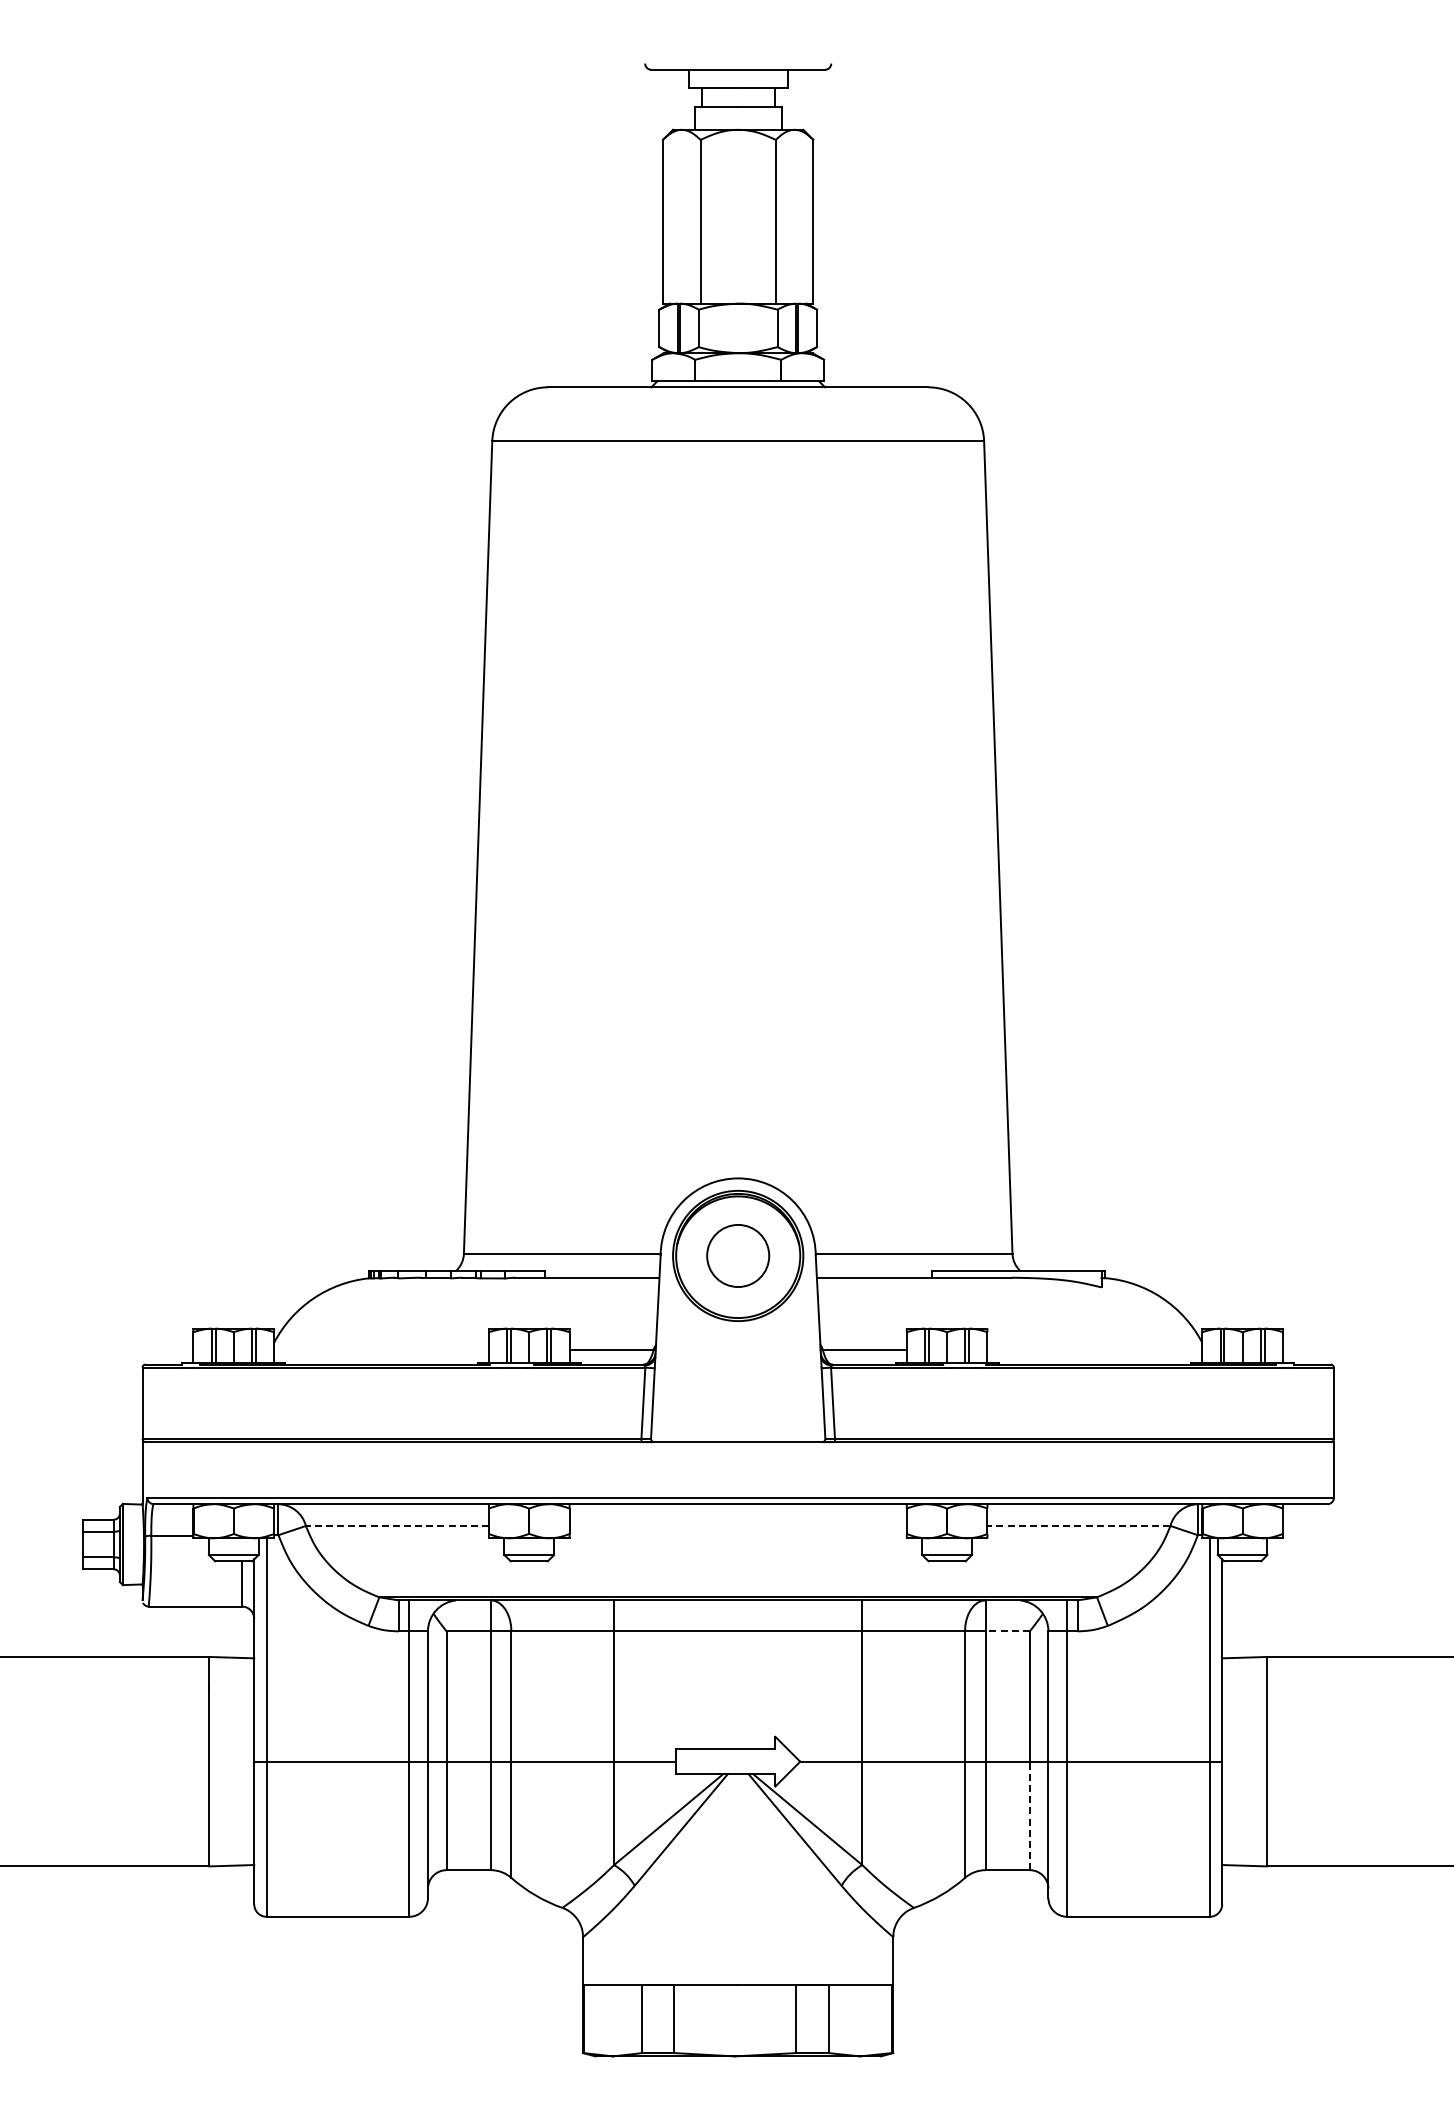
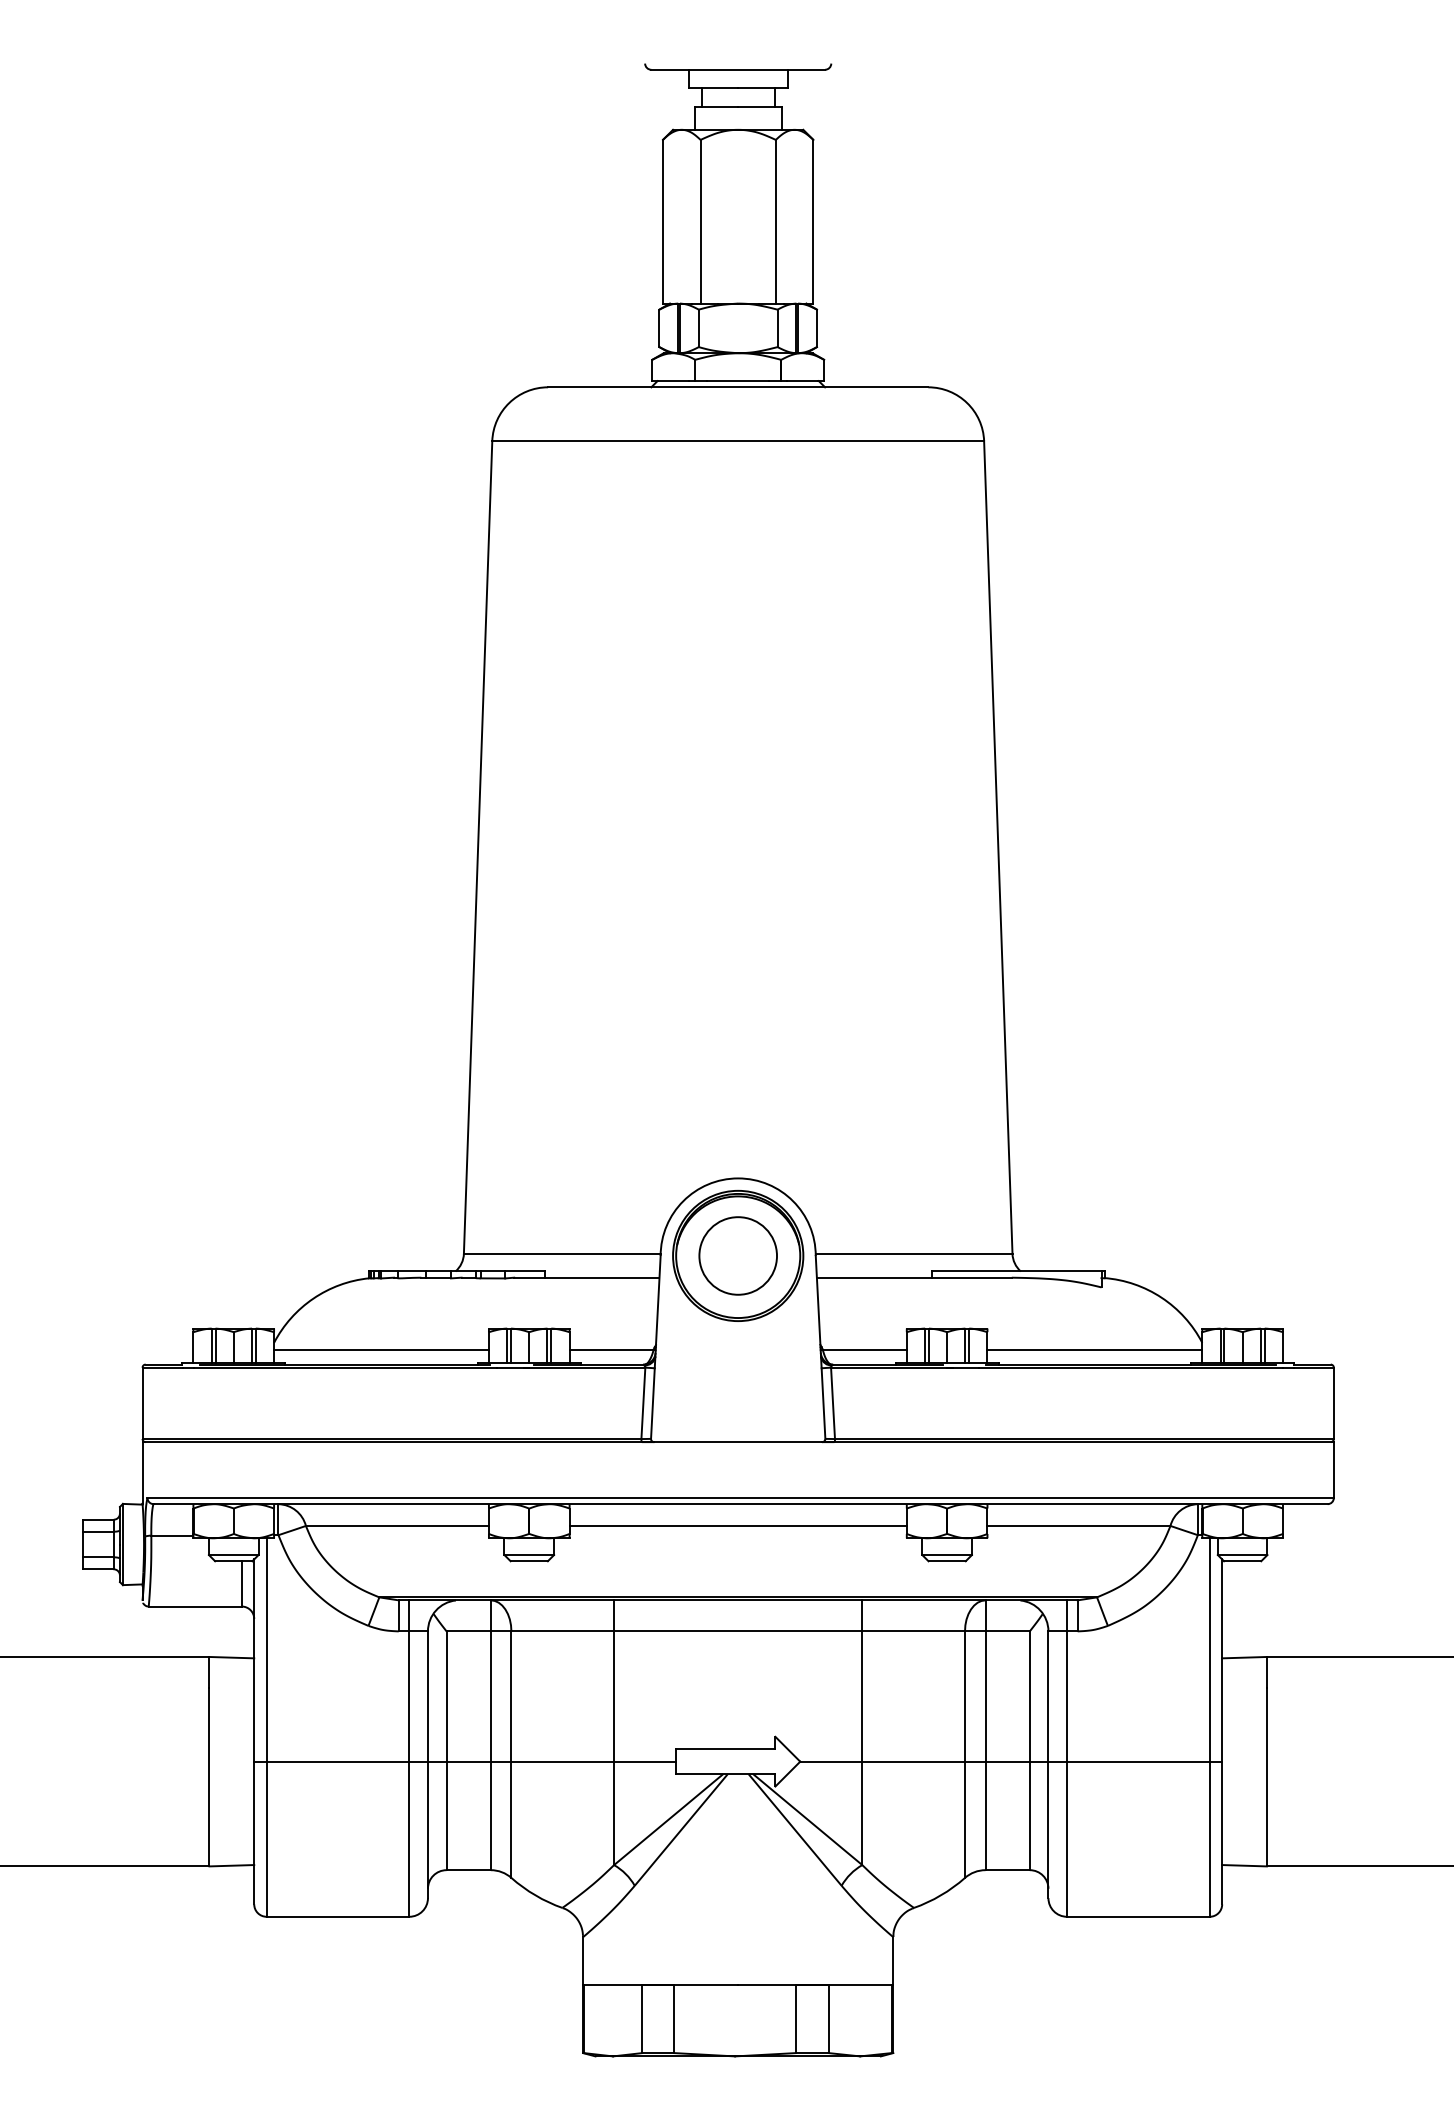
circle at (738, 1255) diameter: 62 px -> 78 px
line at (381, 1349): none -> present
line at (1094, 1349): none -> present
line at (396, 1525): dashed -> solid
line at (737, 1525): none -> present
line at (1078, 1525): dashed -> solid
line at (1007, 1631): dashed -> solid
line at (1029, 1815): dashed -> solid
